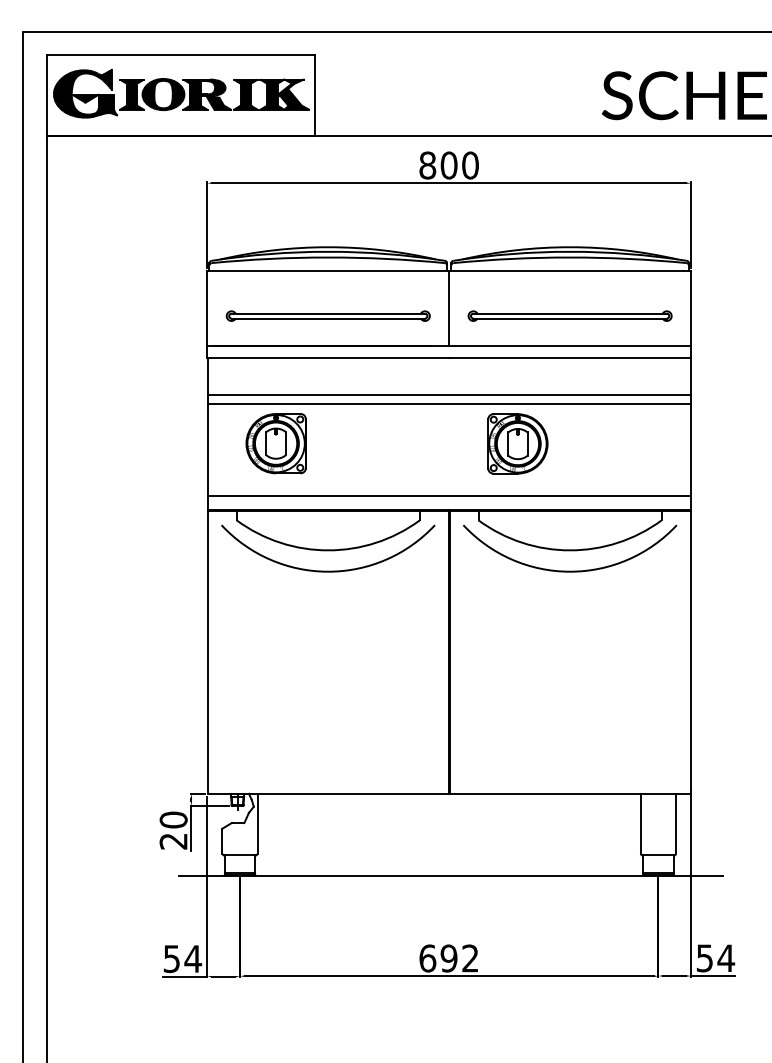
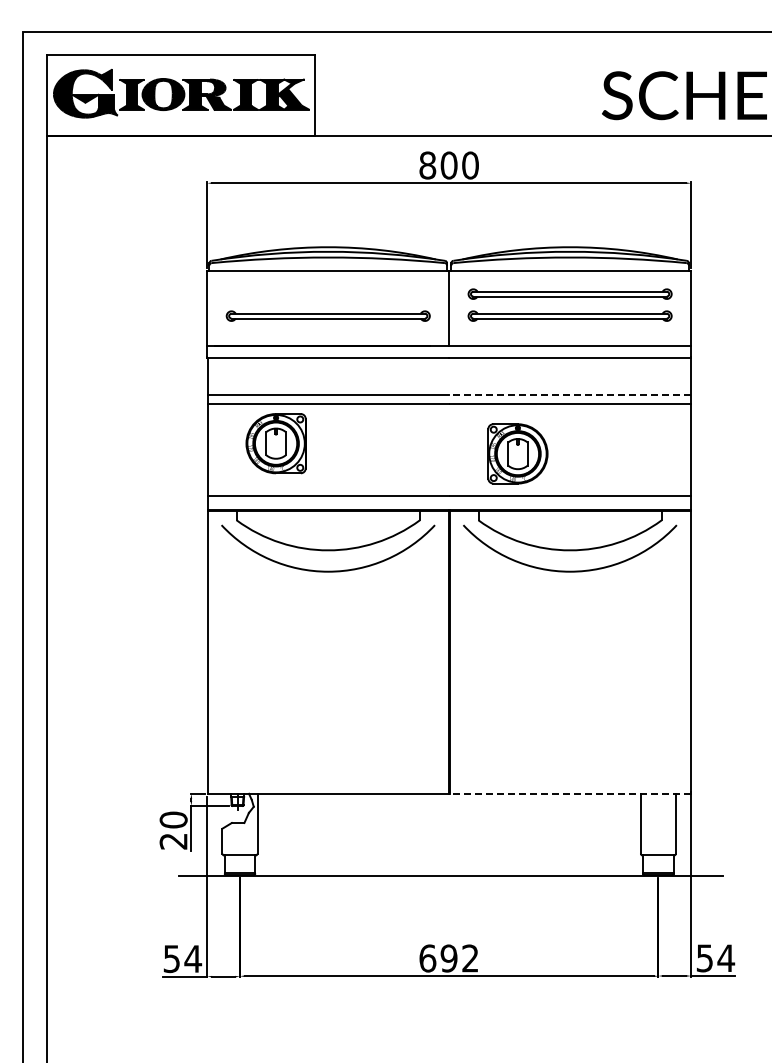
part at (569, 293): none -> present
line at (570, 394): solid -> dashed
part at (517, 443) position: (517, 443) -> (517, 453)
line at (570, 793): solid -> dashed
